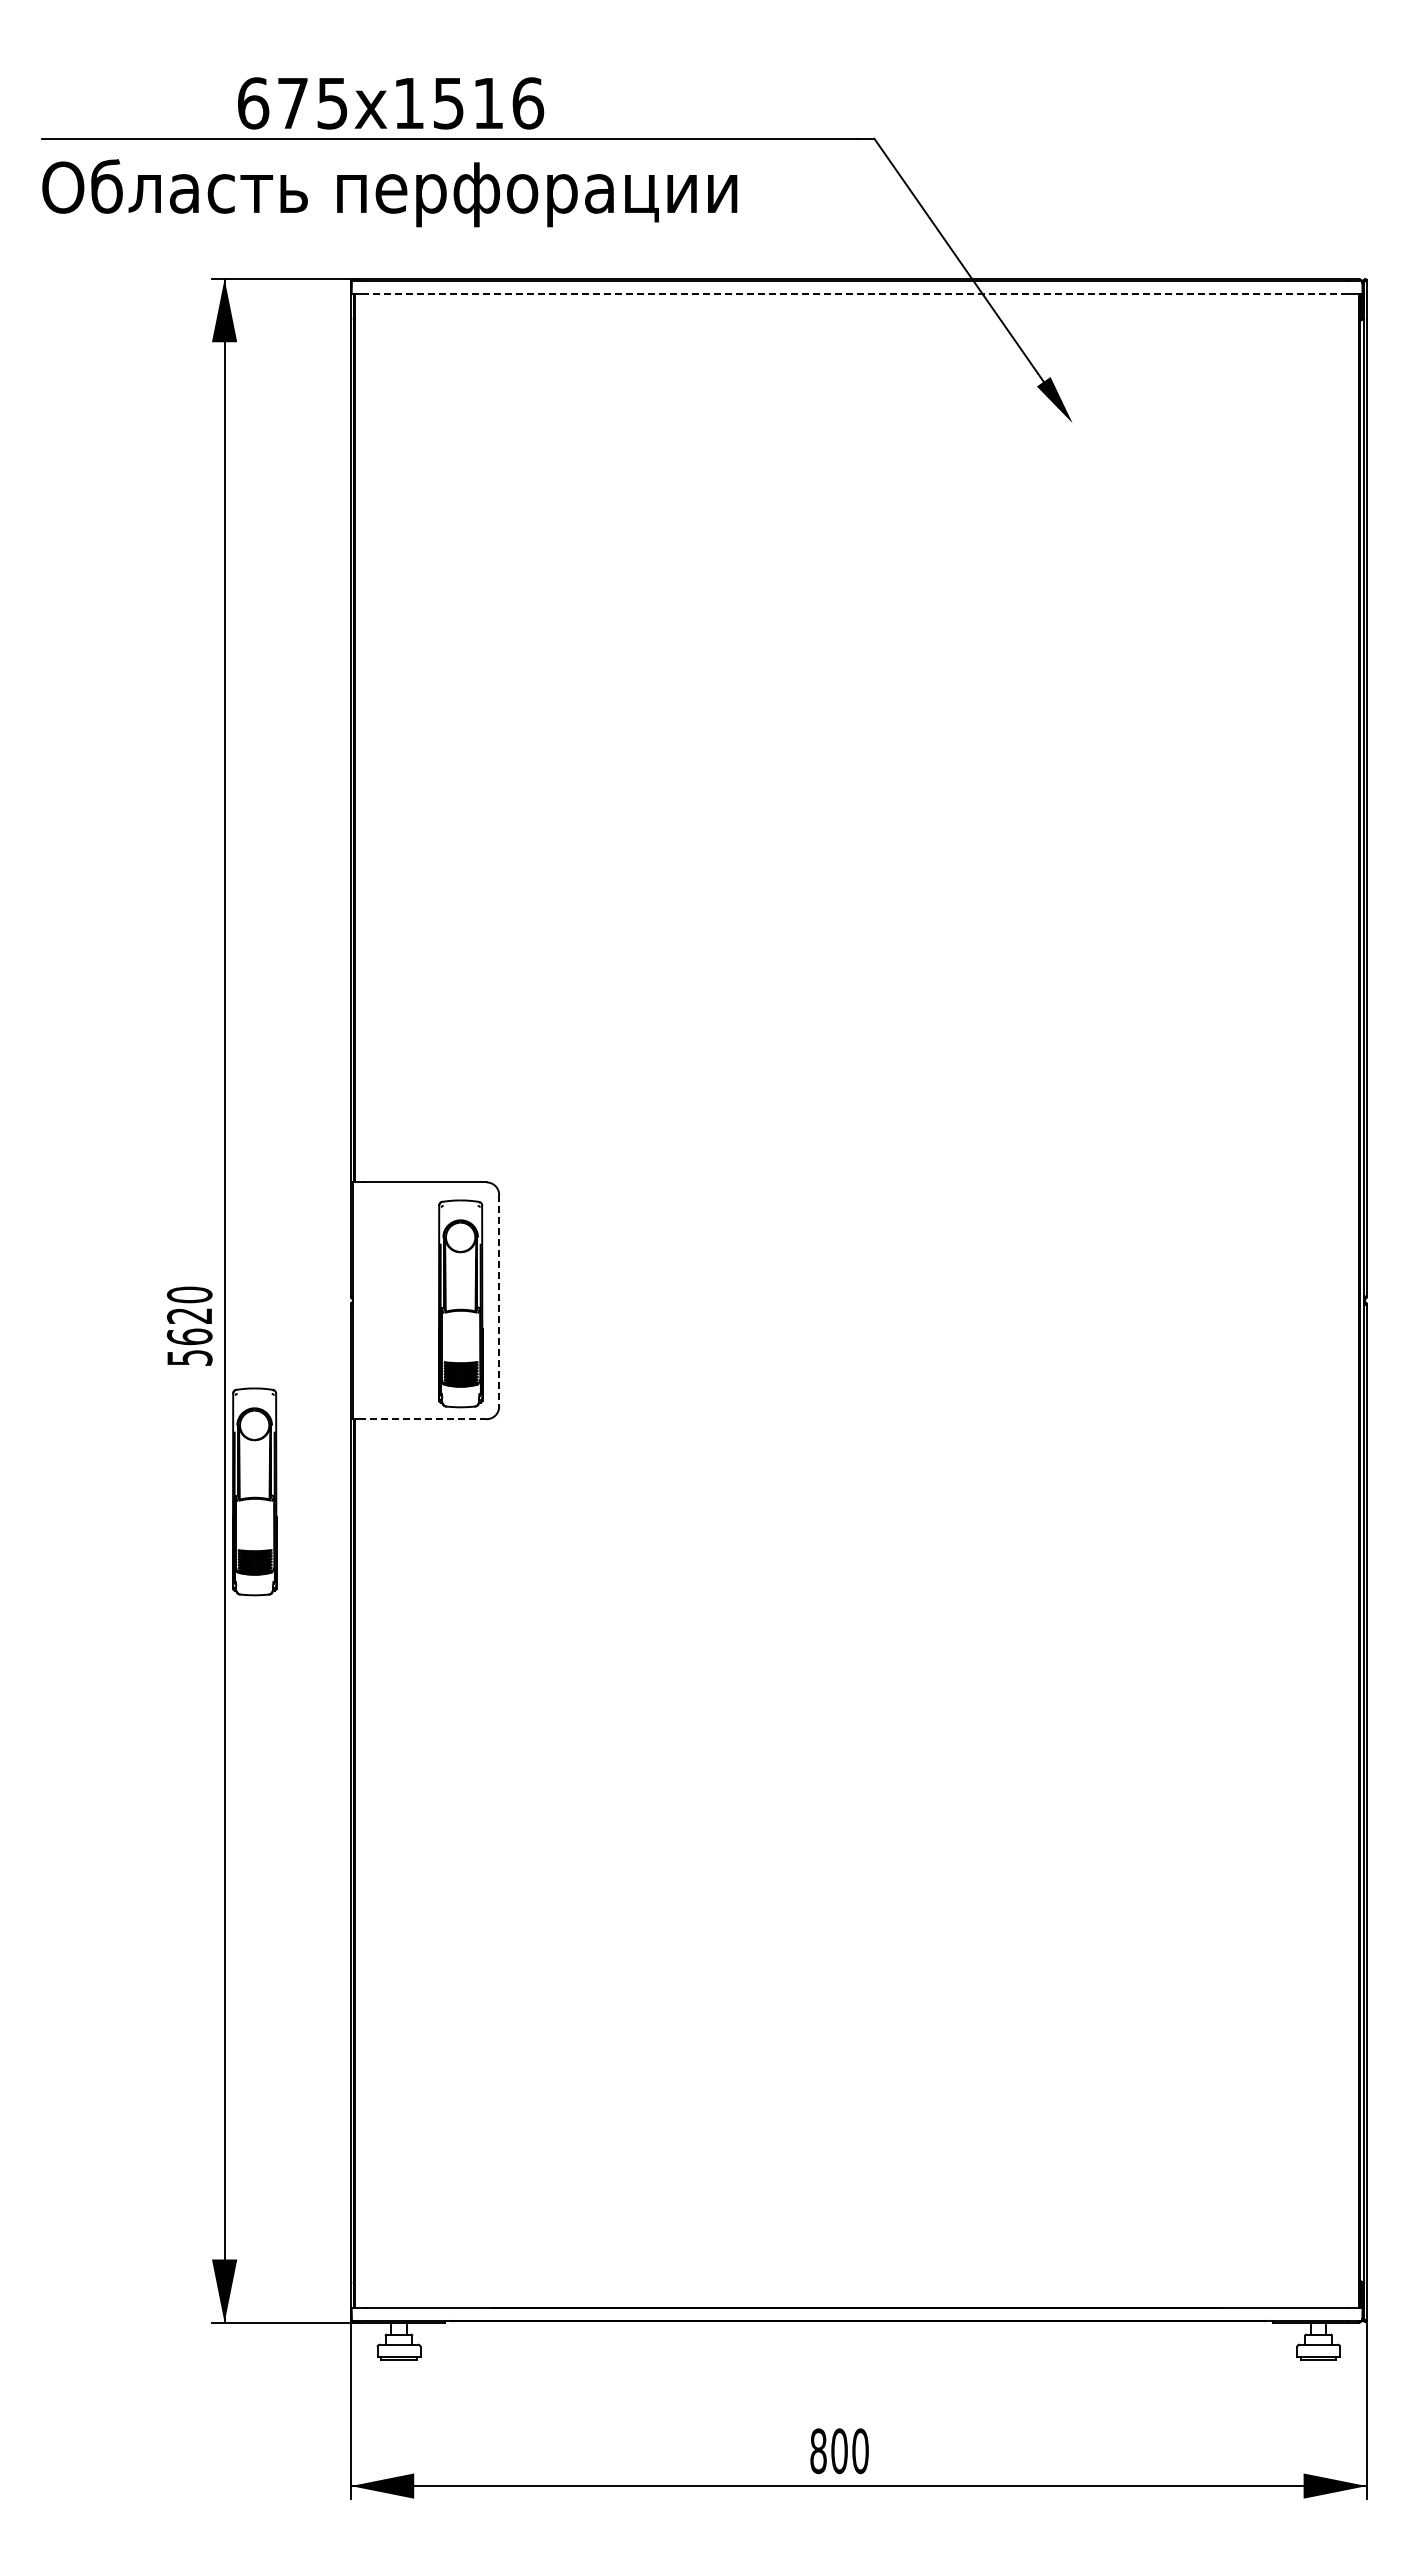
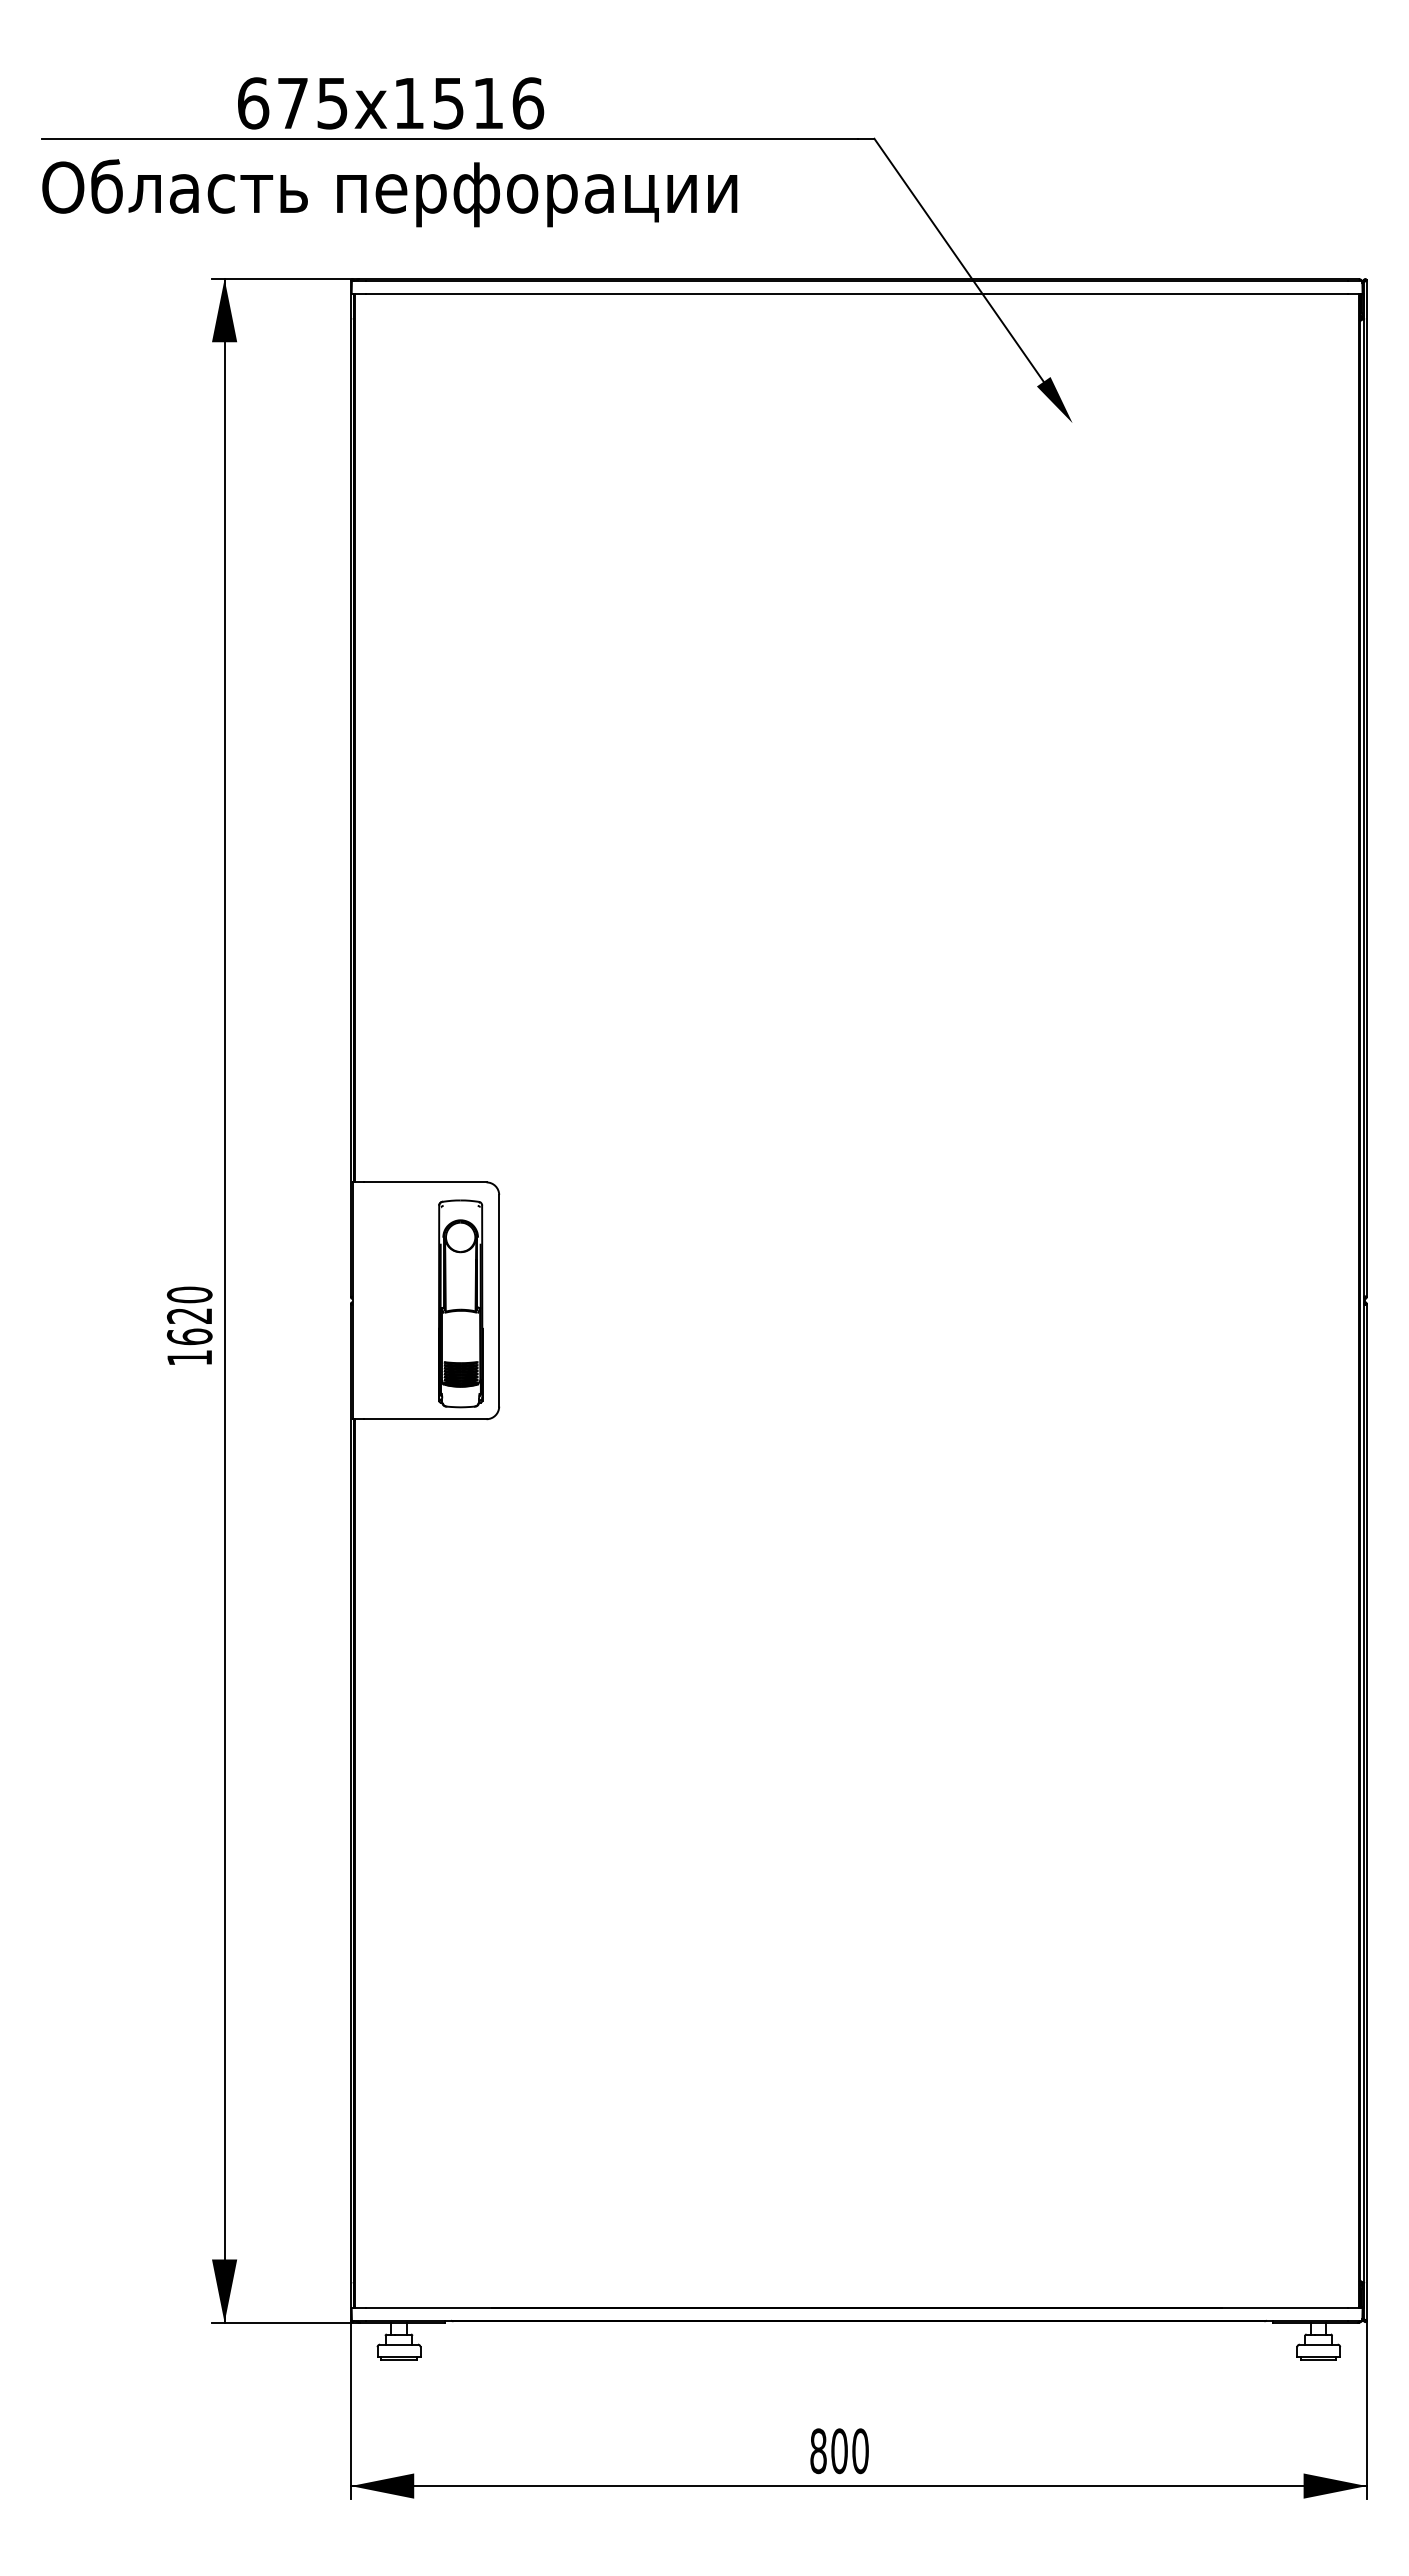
line at (856, 293): dashed -> solid
line at (499, 1300): dashed -> solid
text at (189, 1357): 5620 -> 1620
line at (424, 1419): dashed -> solid
part at (254, 1491): present -> none
